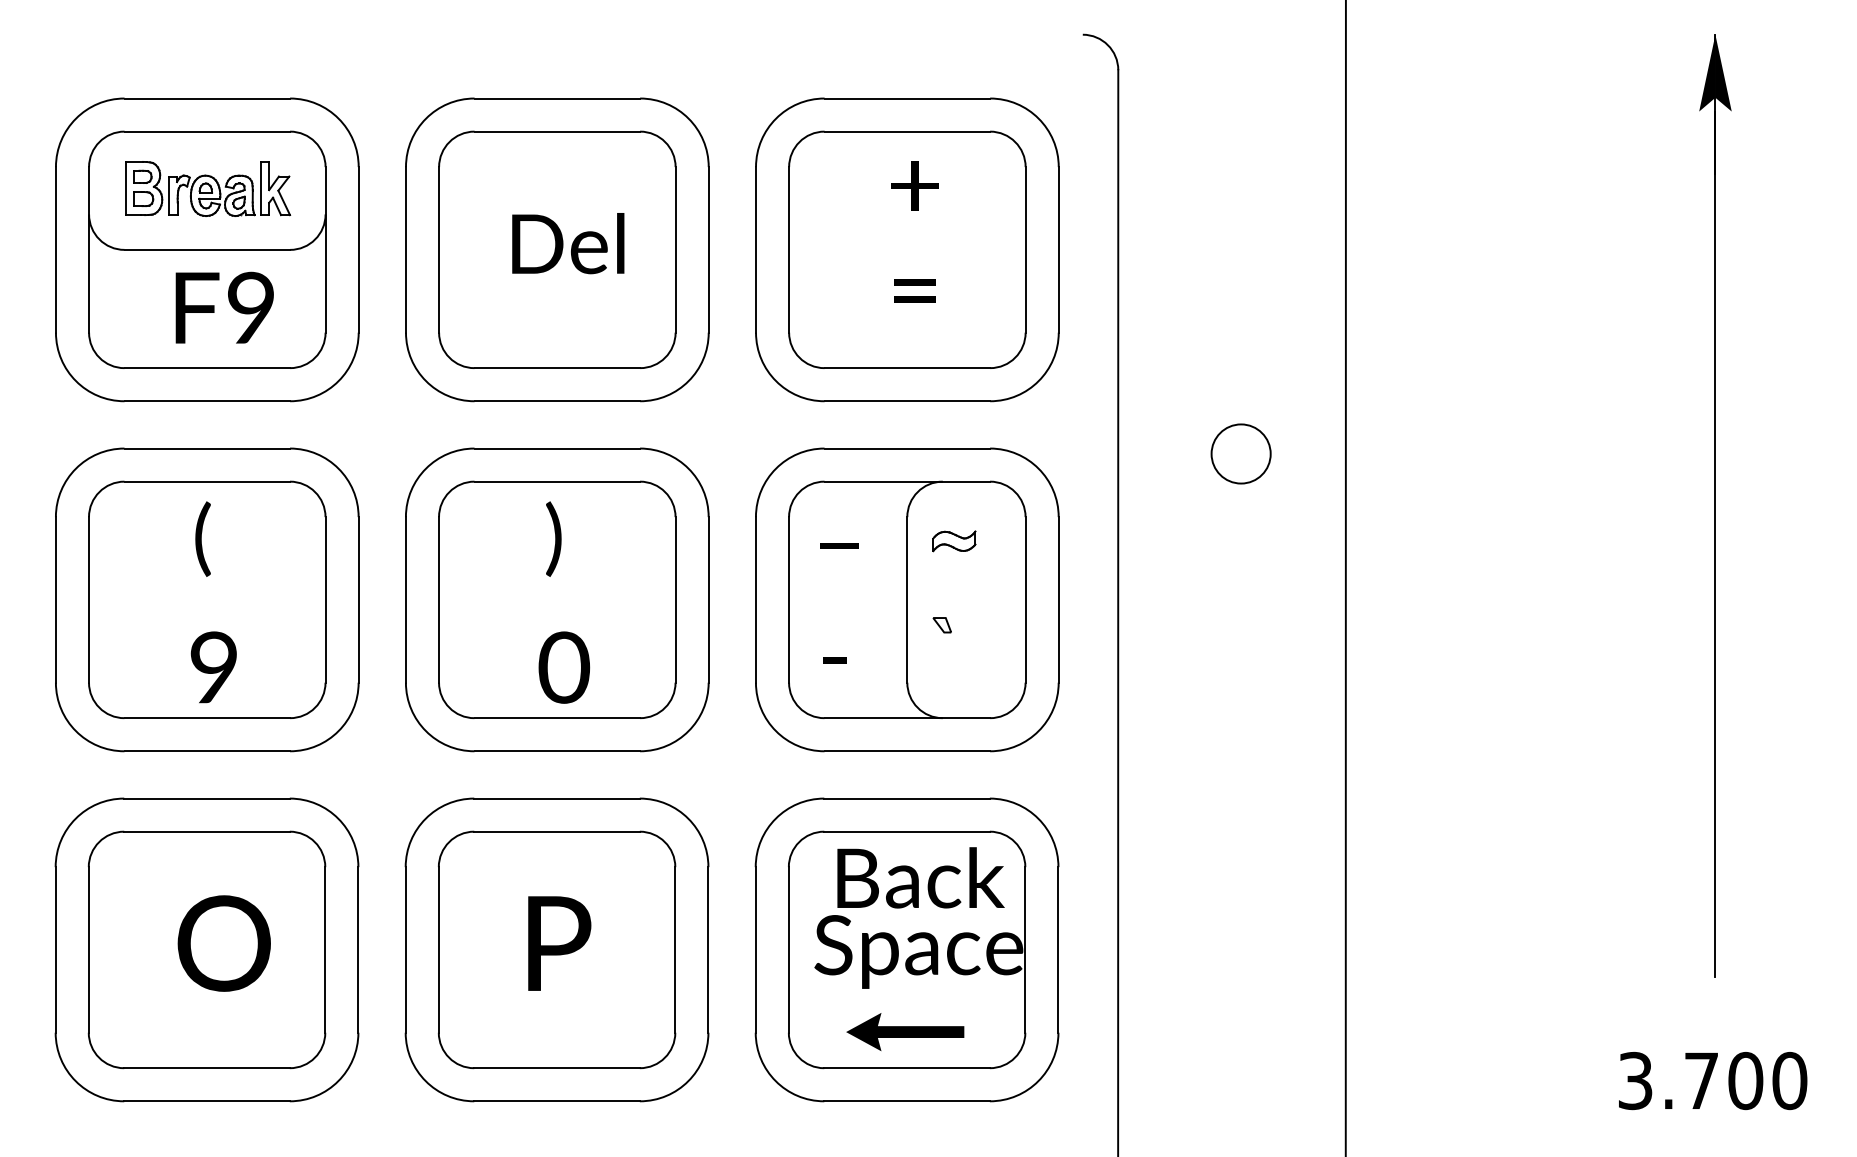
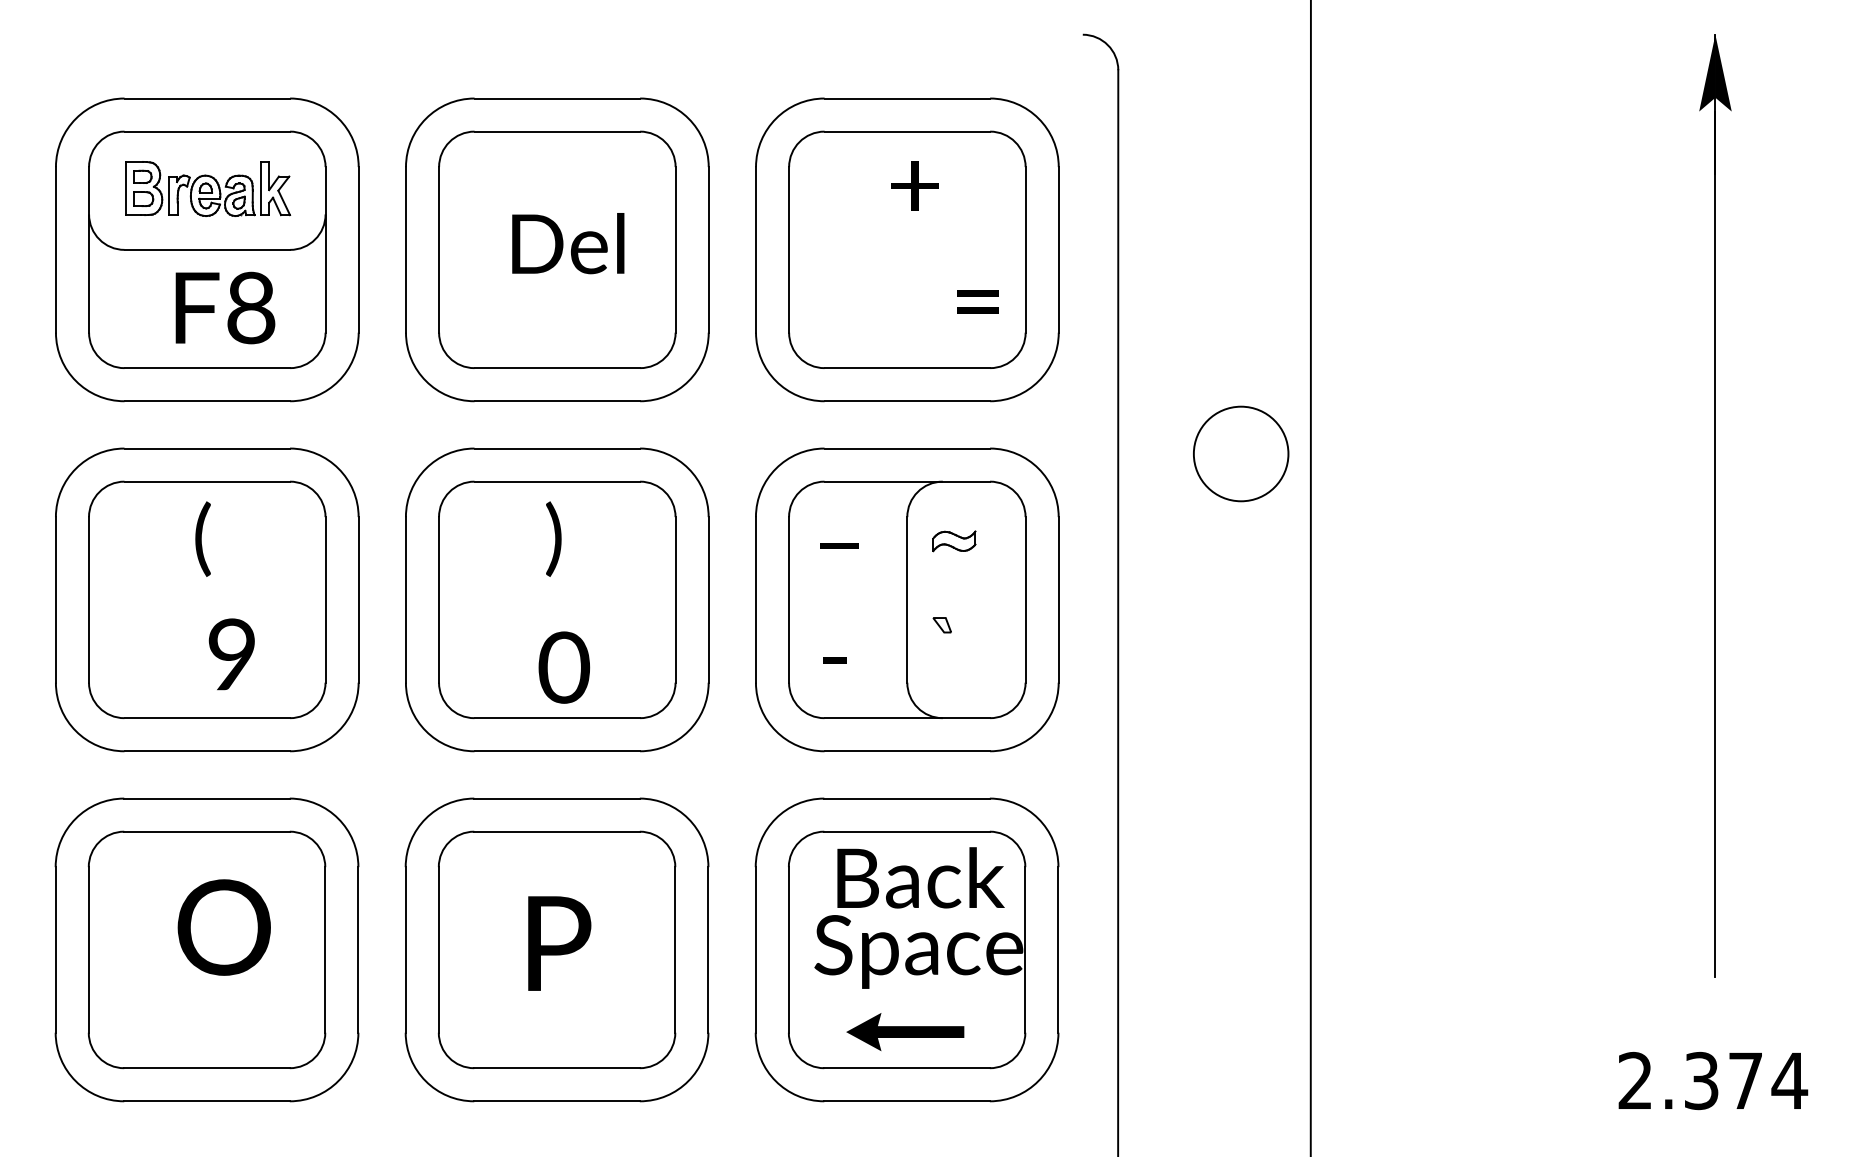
text at (914, 290) position: (914, 290) -> (977, 301)
text at (251, 309): F9 -> F8
circle at (1240, 453) diameter: 59 px -> 95 px
line at (1345, 577) position: (1345, 577) -> (1310, 577)
text at (213, 667) position: (213, 667) -> (231, 654)
text at (223, 943) position: (223, 943) -> (223, 927)
text at (1713, 1080): 3.700 -> 2.374
